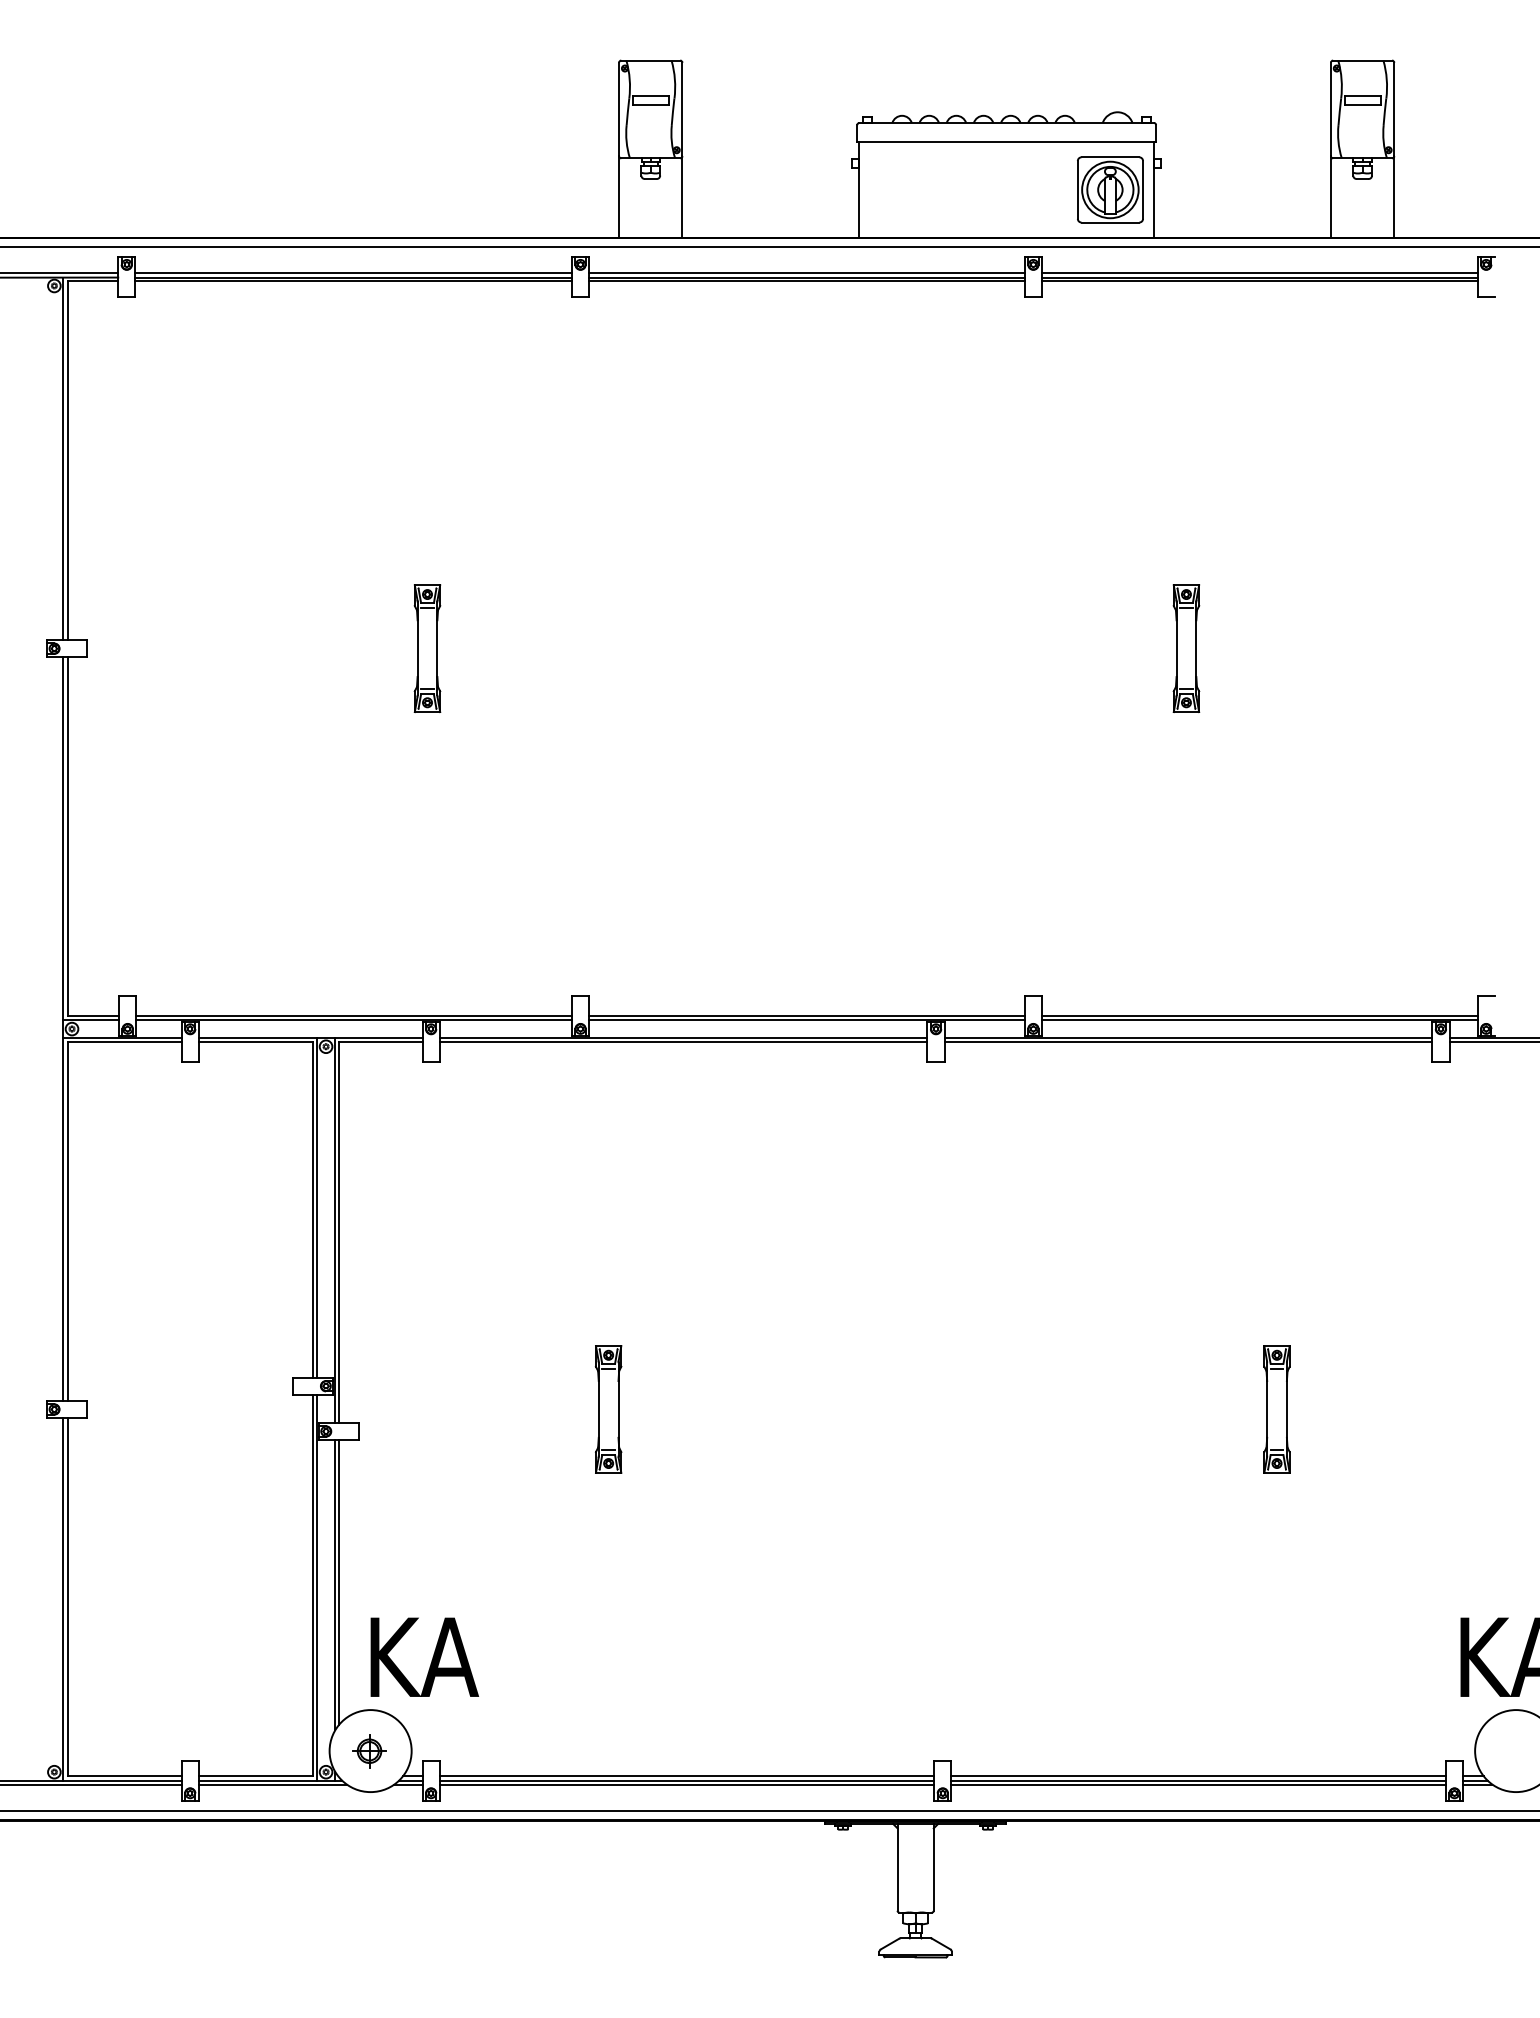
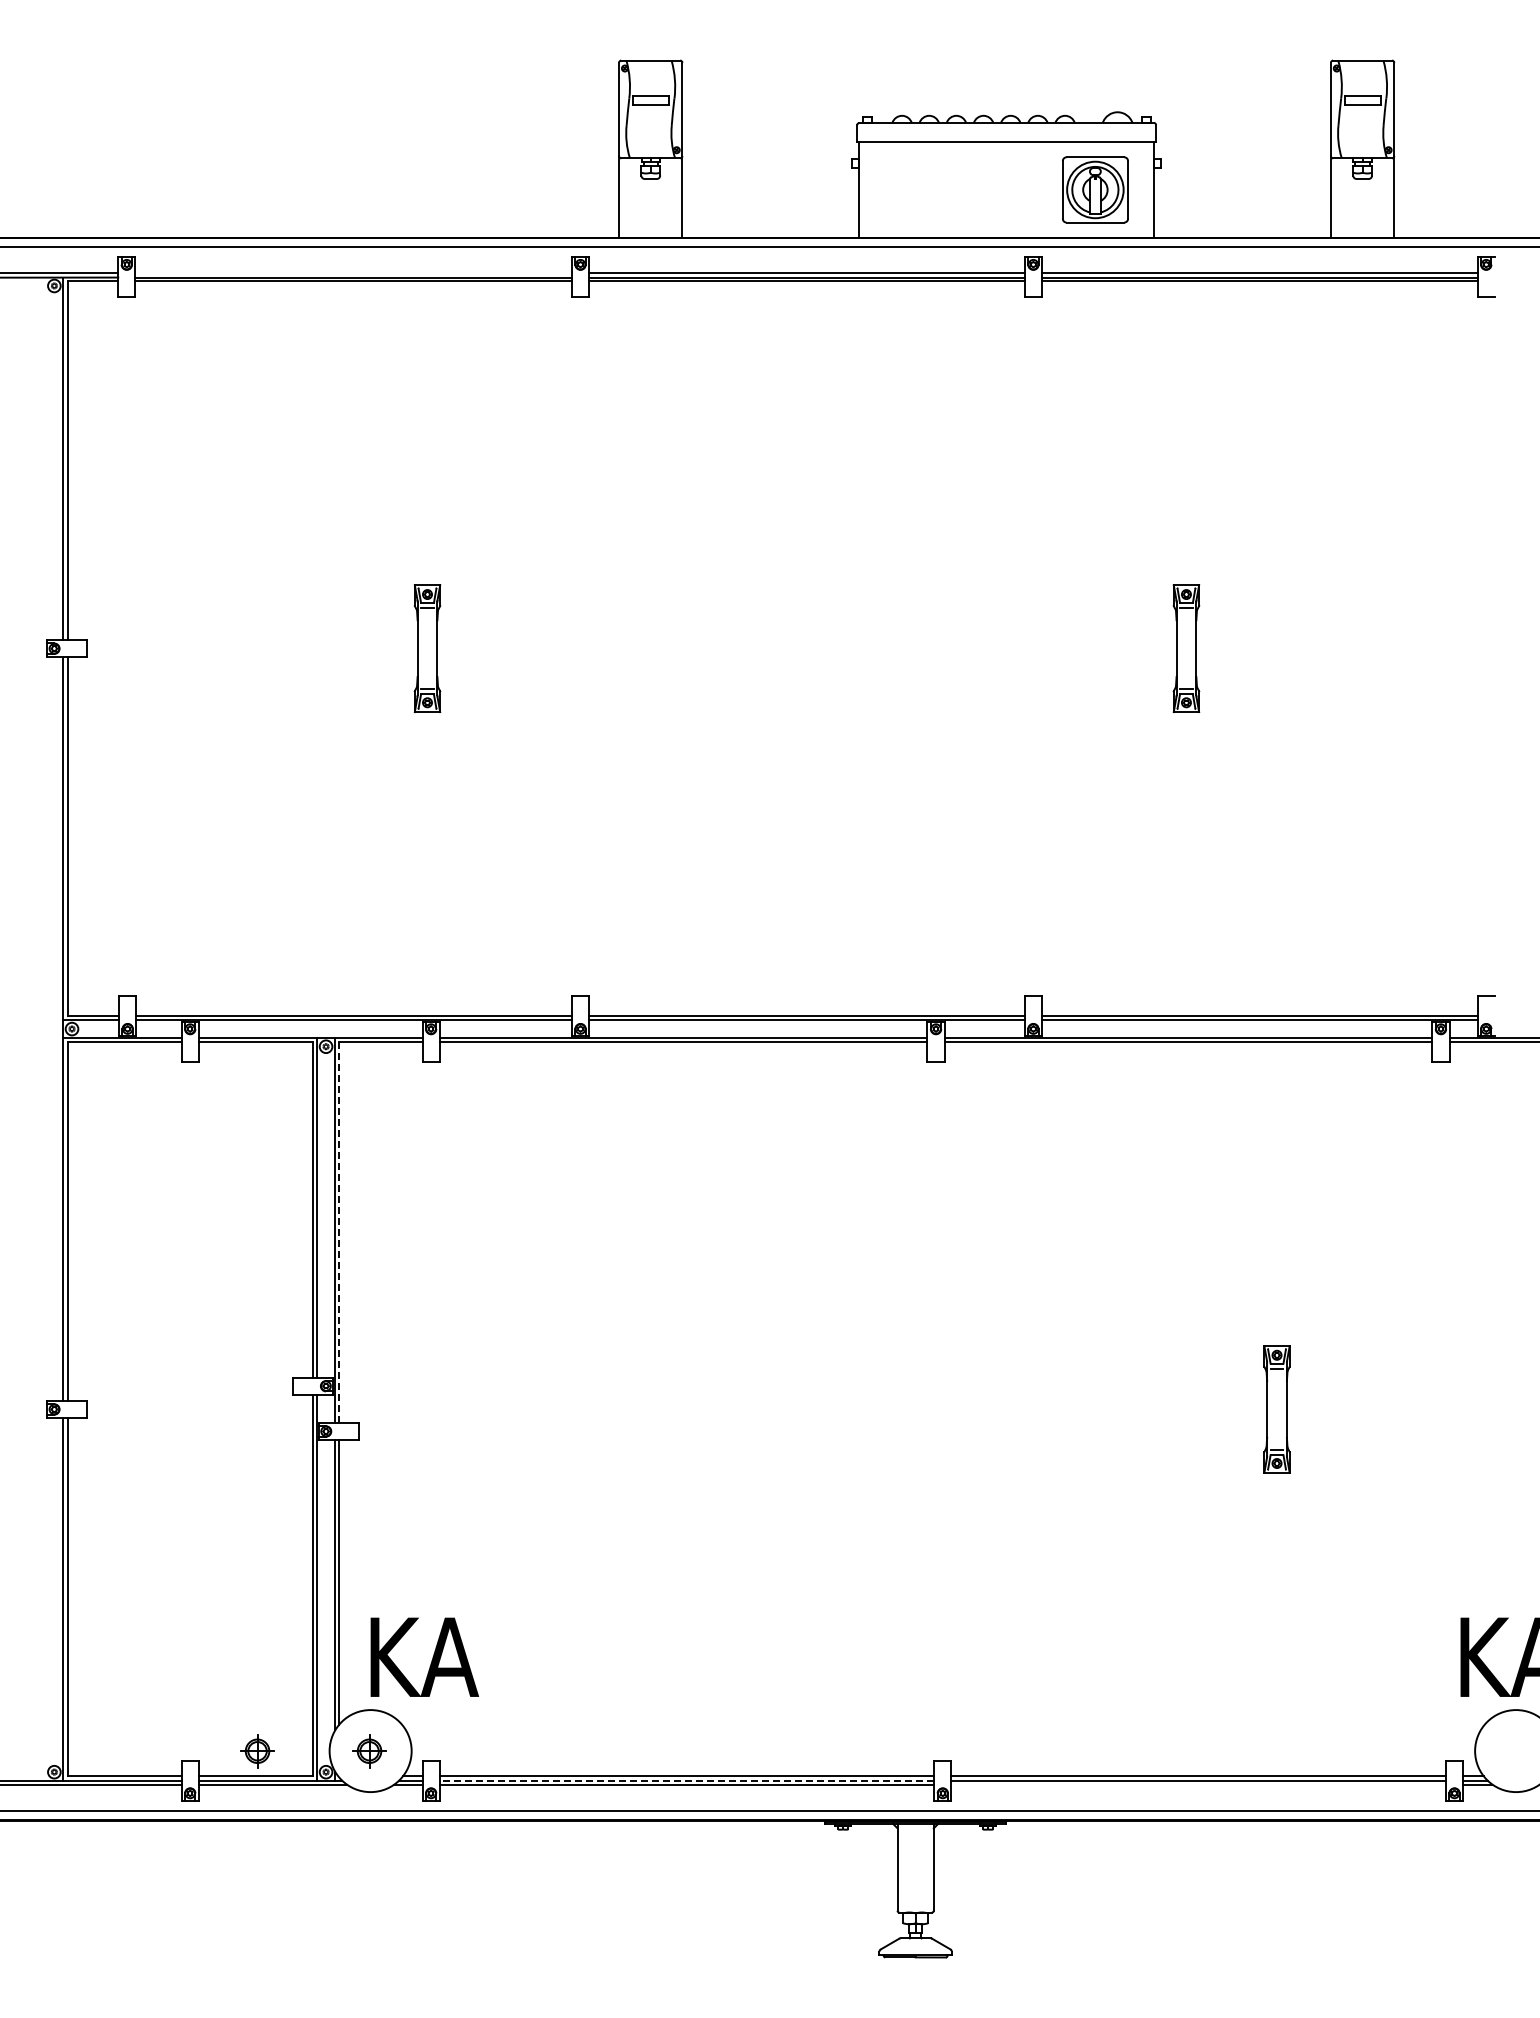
part at (1110, 189) position: (1110, 189) -> (1095, 189)
line at (353, 273): present -> none
line at (339, 1232): solid -> dashed
part at (608, 1409): present -> none
part at (257, 1751): none -> present
line at (686, 1780): solid -> dashed
line at (1198, 1784): present -> none
